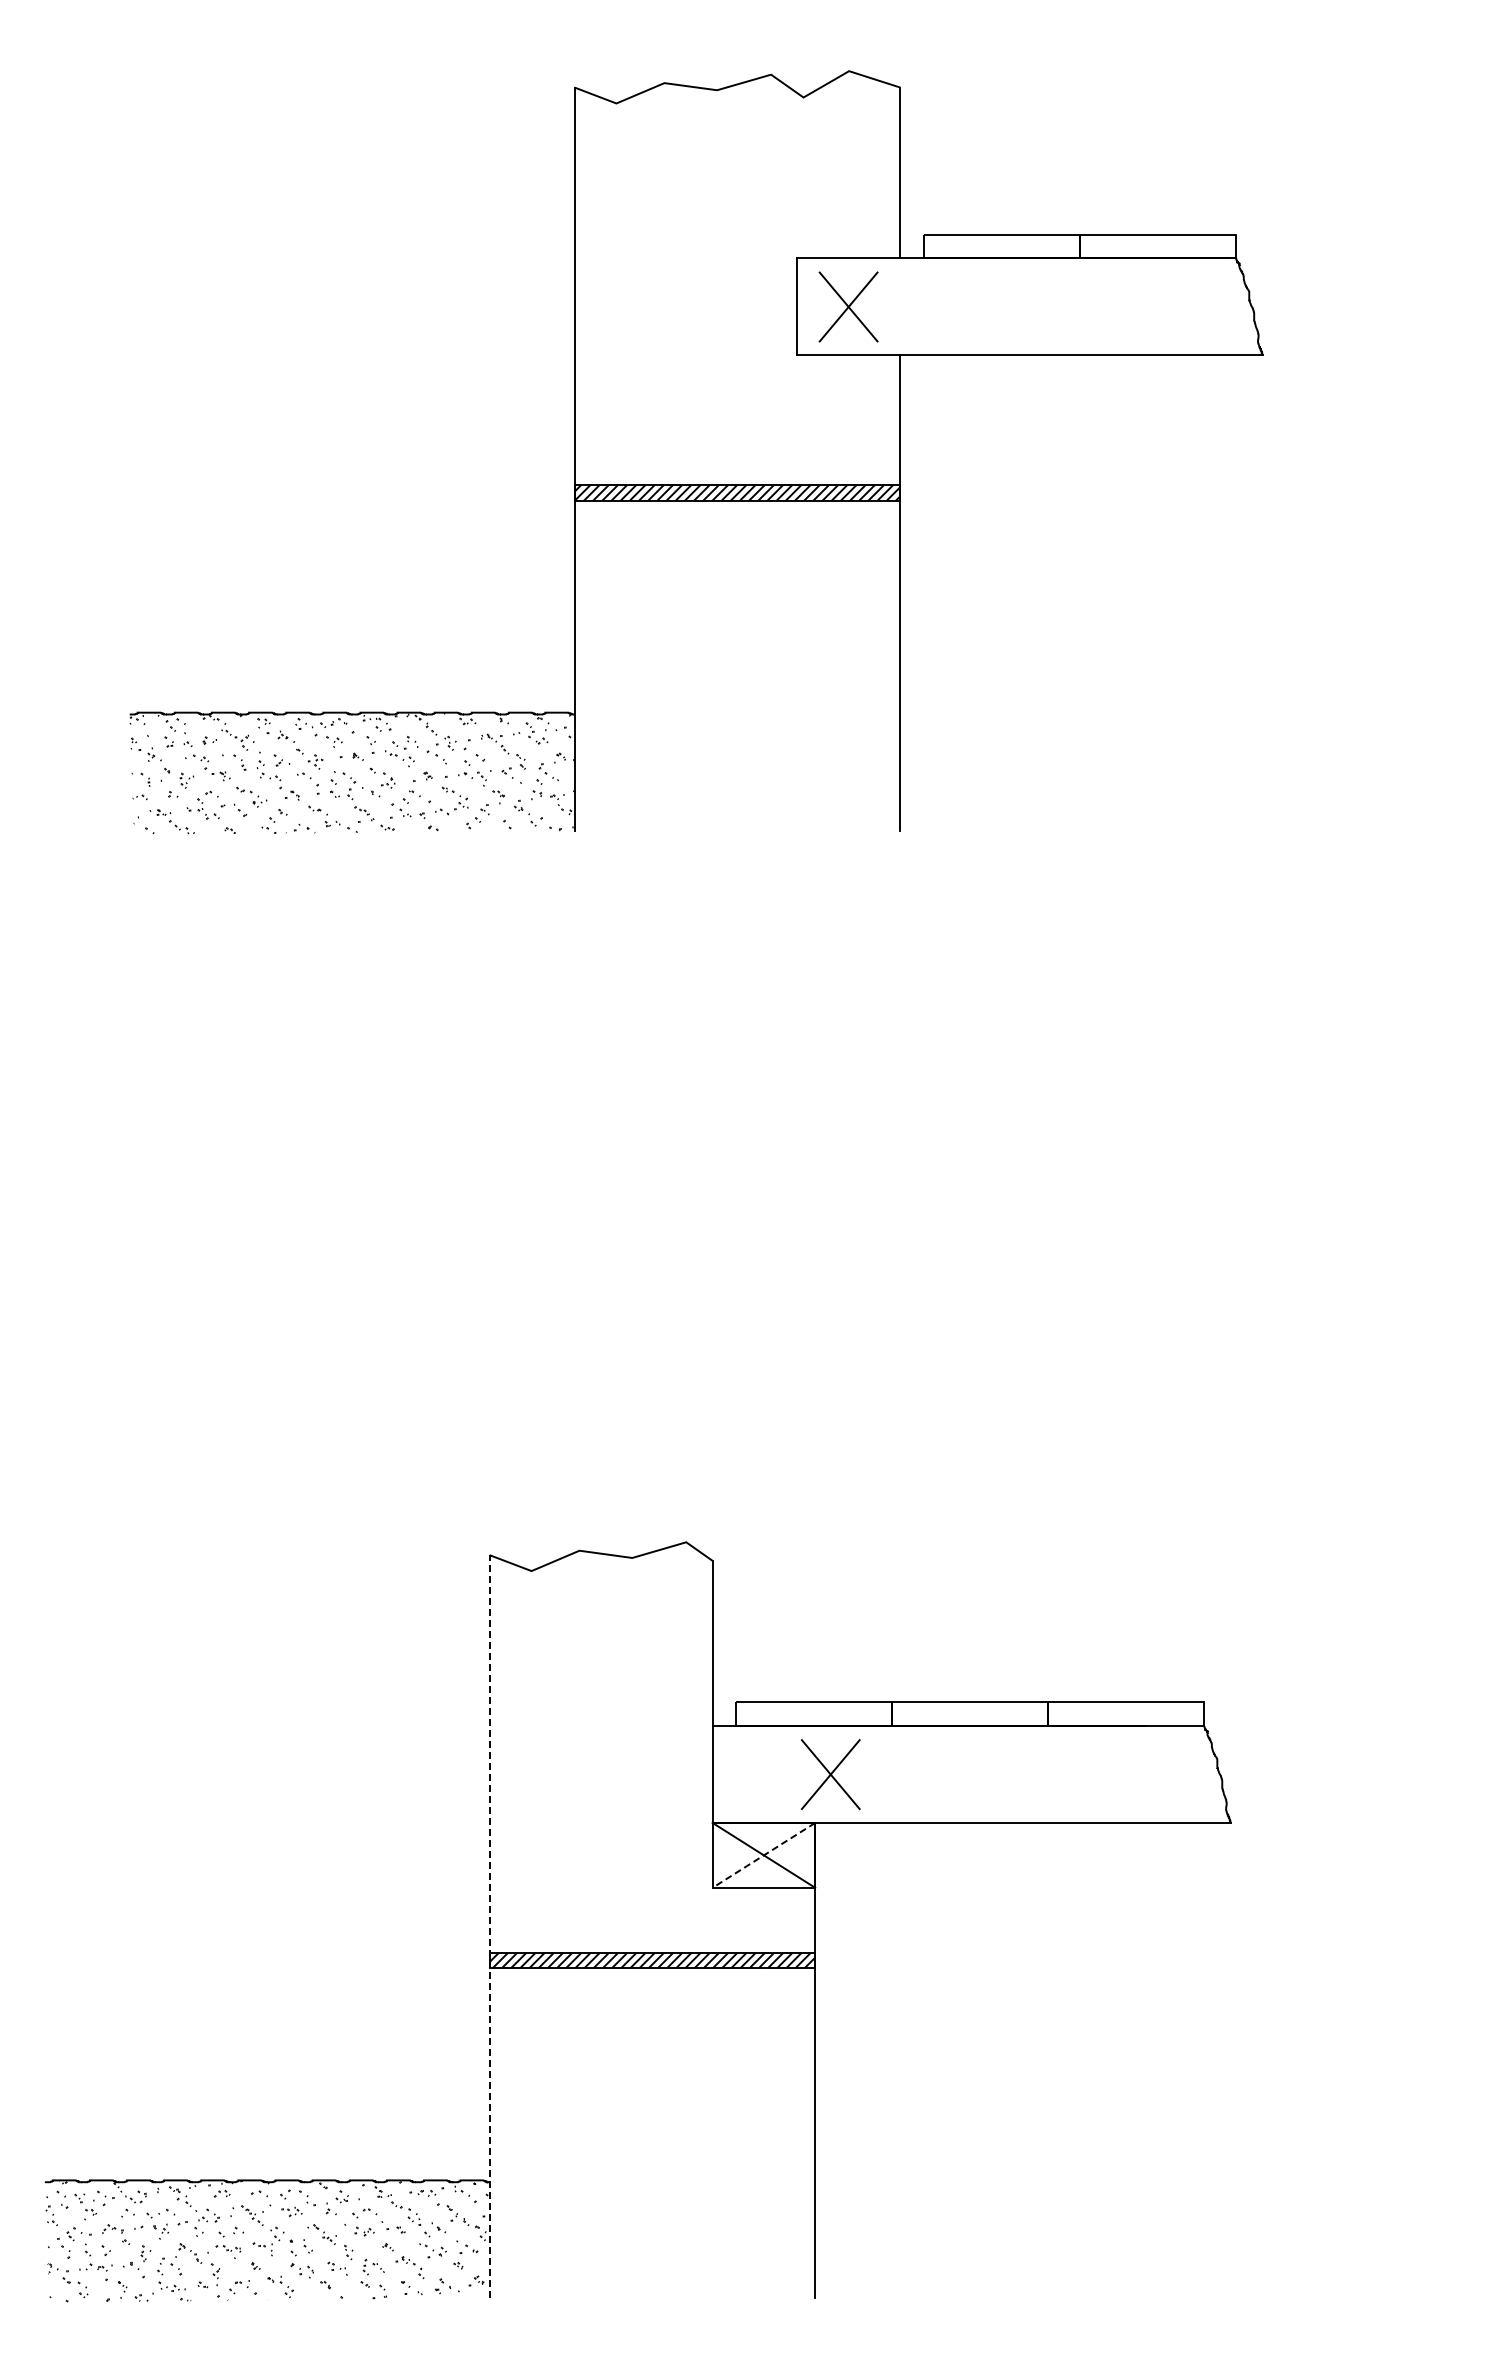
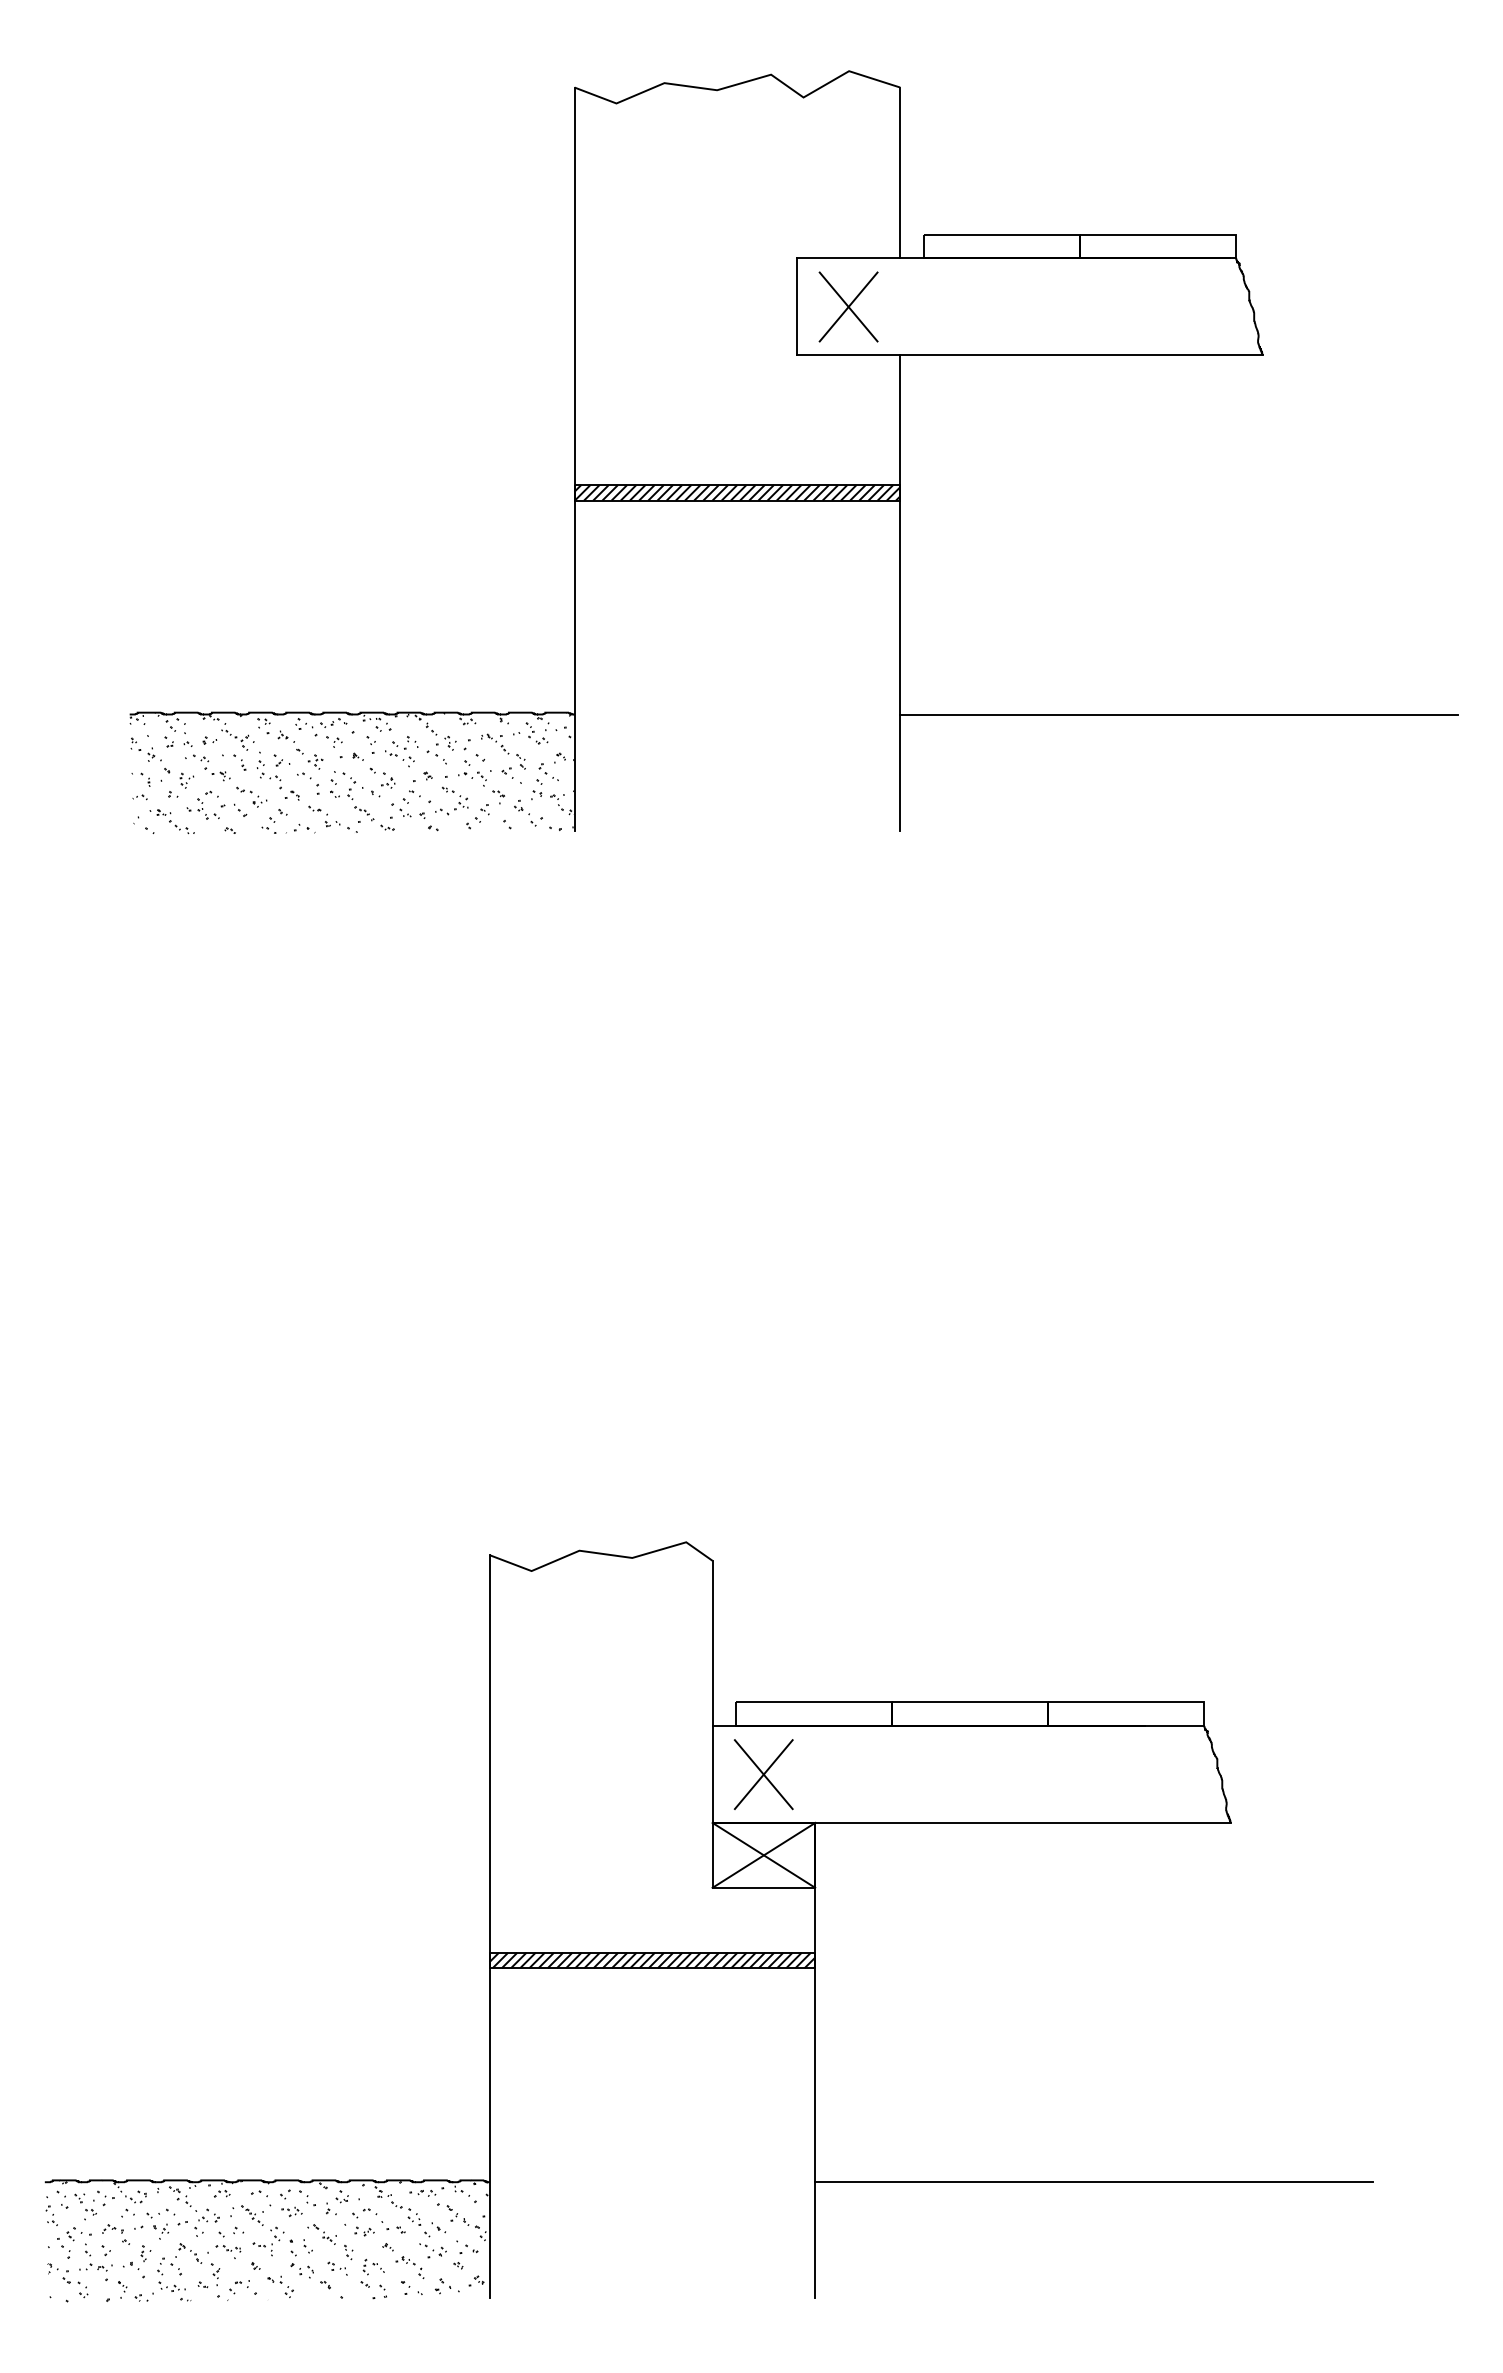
line at (1179, 714): none -> present
part at (830, 1774) position: (830, 1774) -> (763, 1774)
line at (763, 1855): dashed -> solid
line at (489, 1926): dashed -> solid
line at (1094, 2182): none -> present
